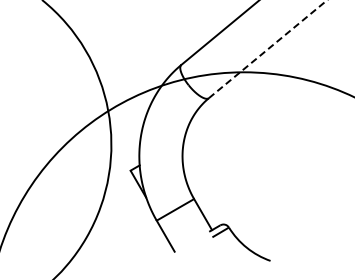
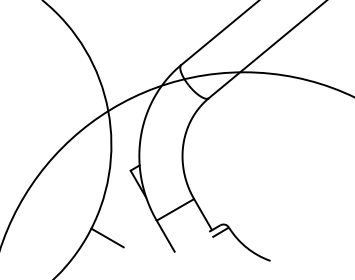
line at (268, 49): dashed -> solid
line at (107, 237): none -> present
